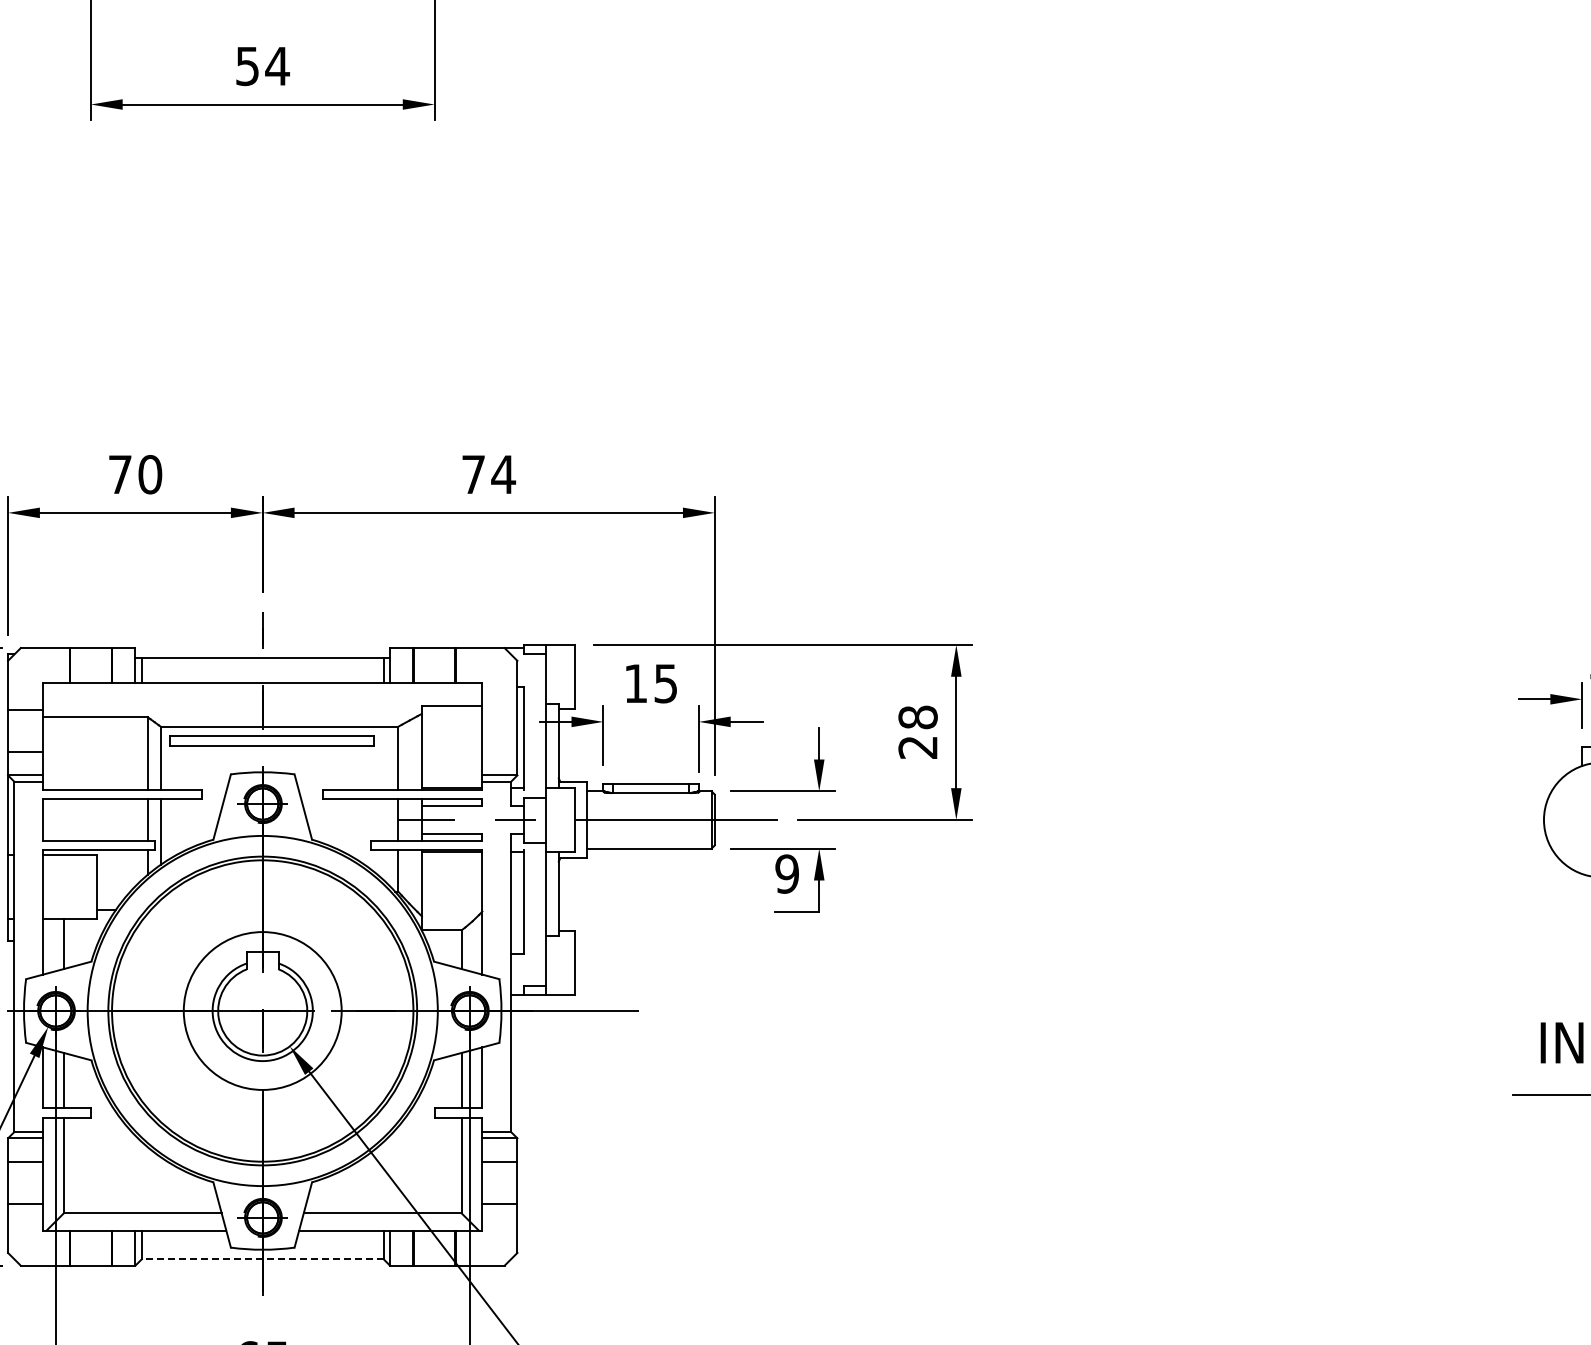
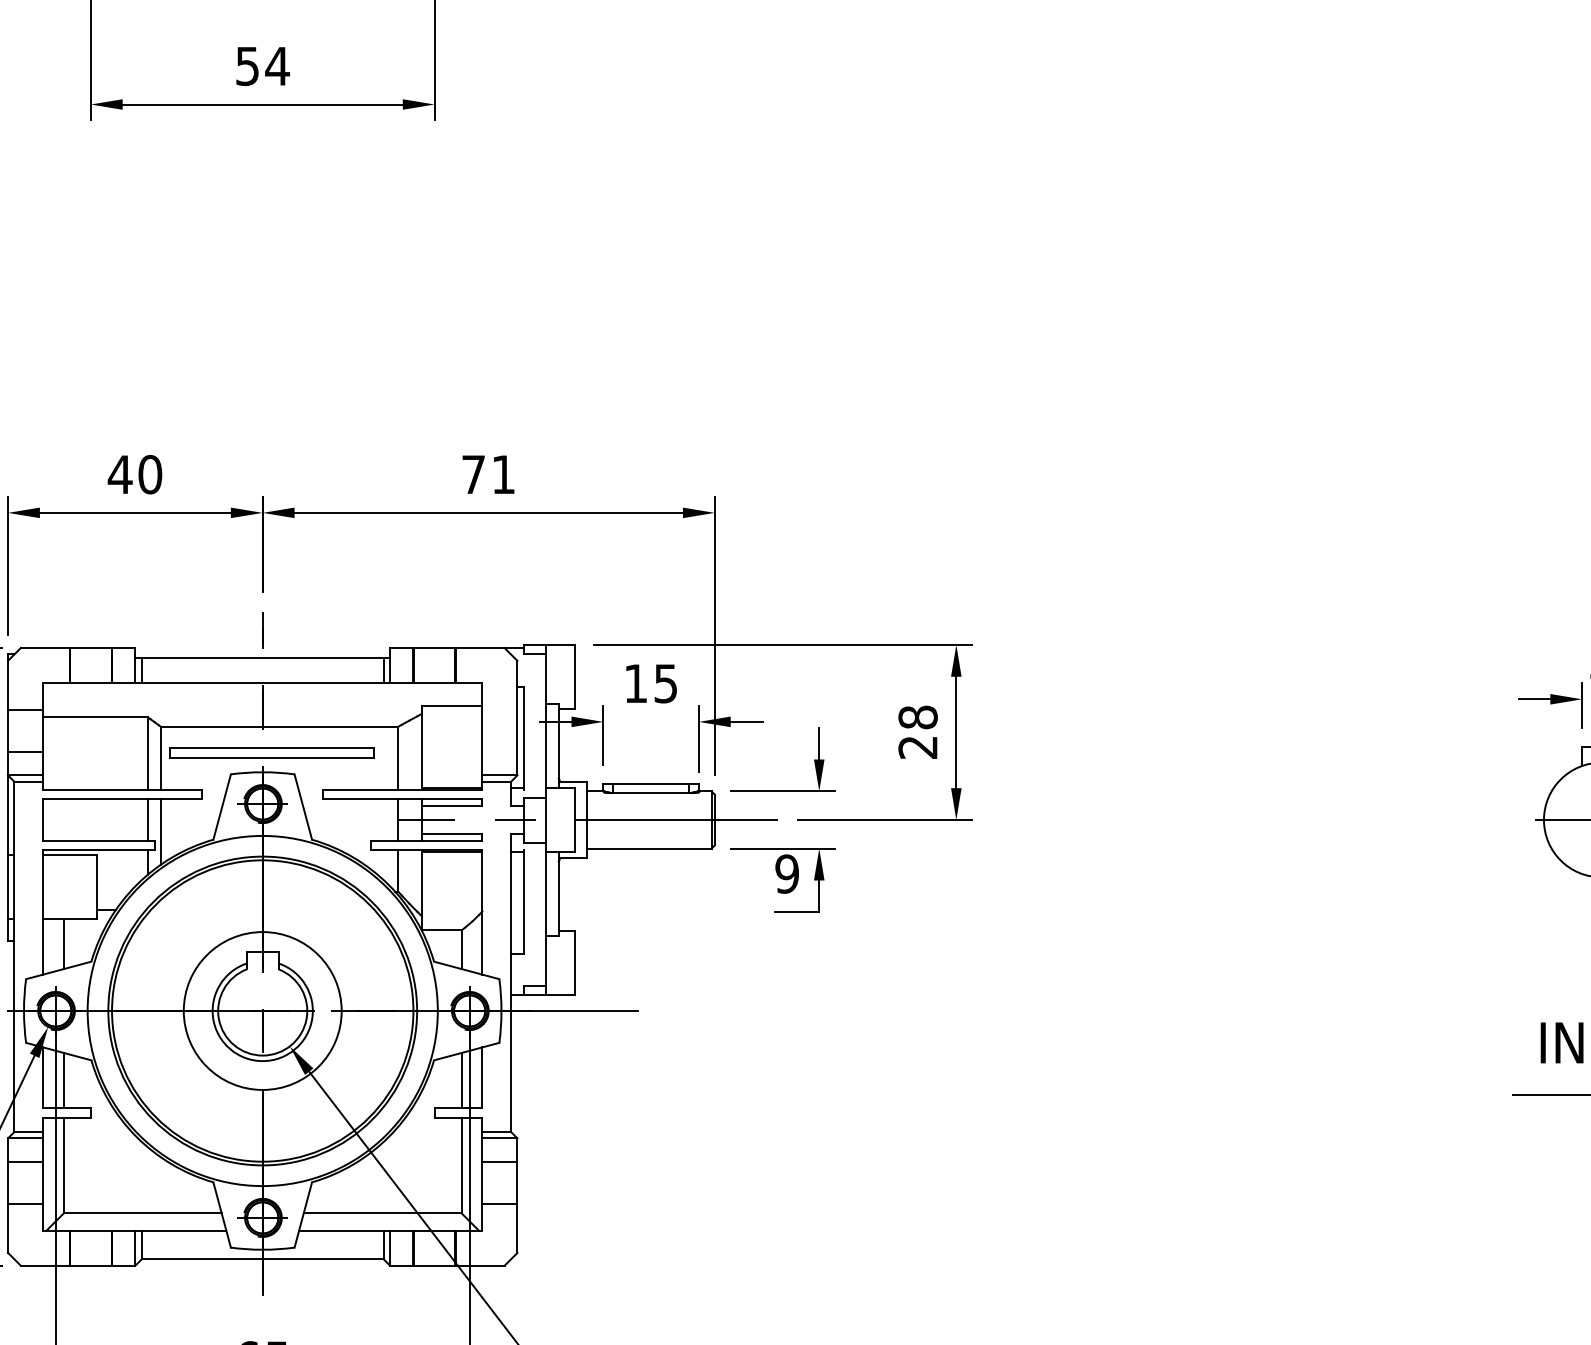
text at (119, 474): 70 -> 40
text at (503, 474): 74 -> 71
part at (271, 740) position: (271, 740) -> (271, 752)
line at (1560, 820): none -> present
line at (262, 1259): dashed -> solid
